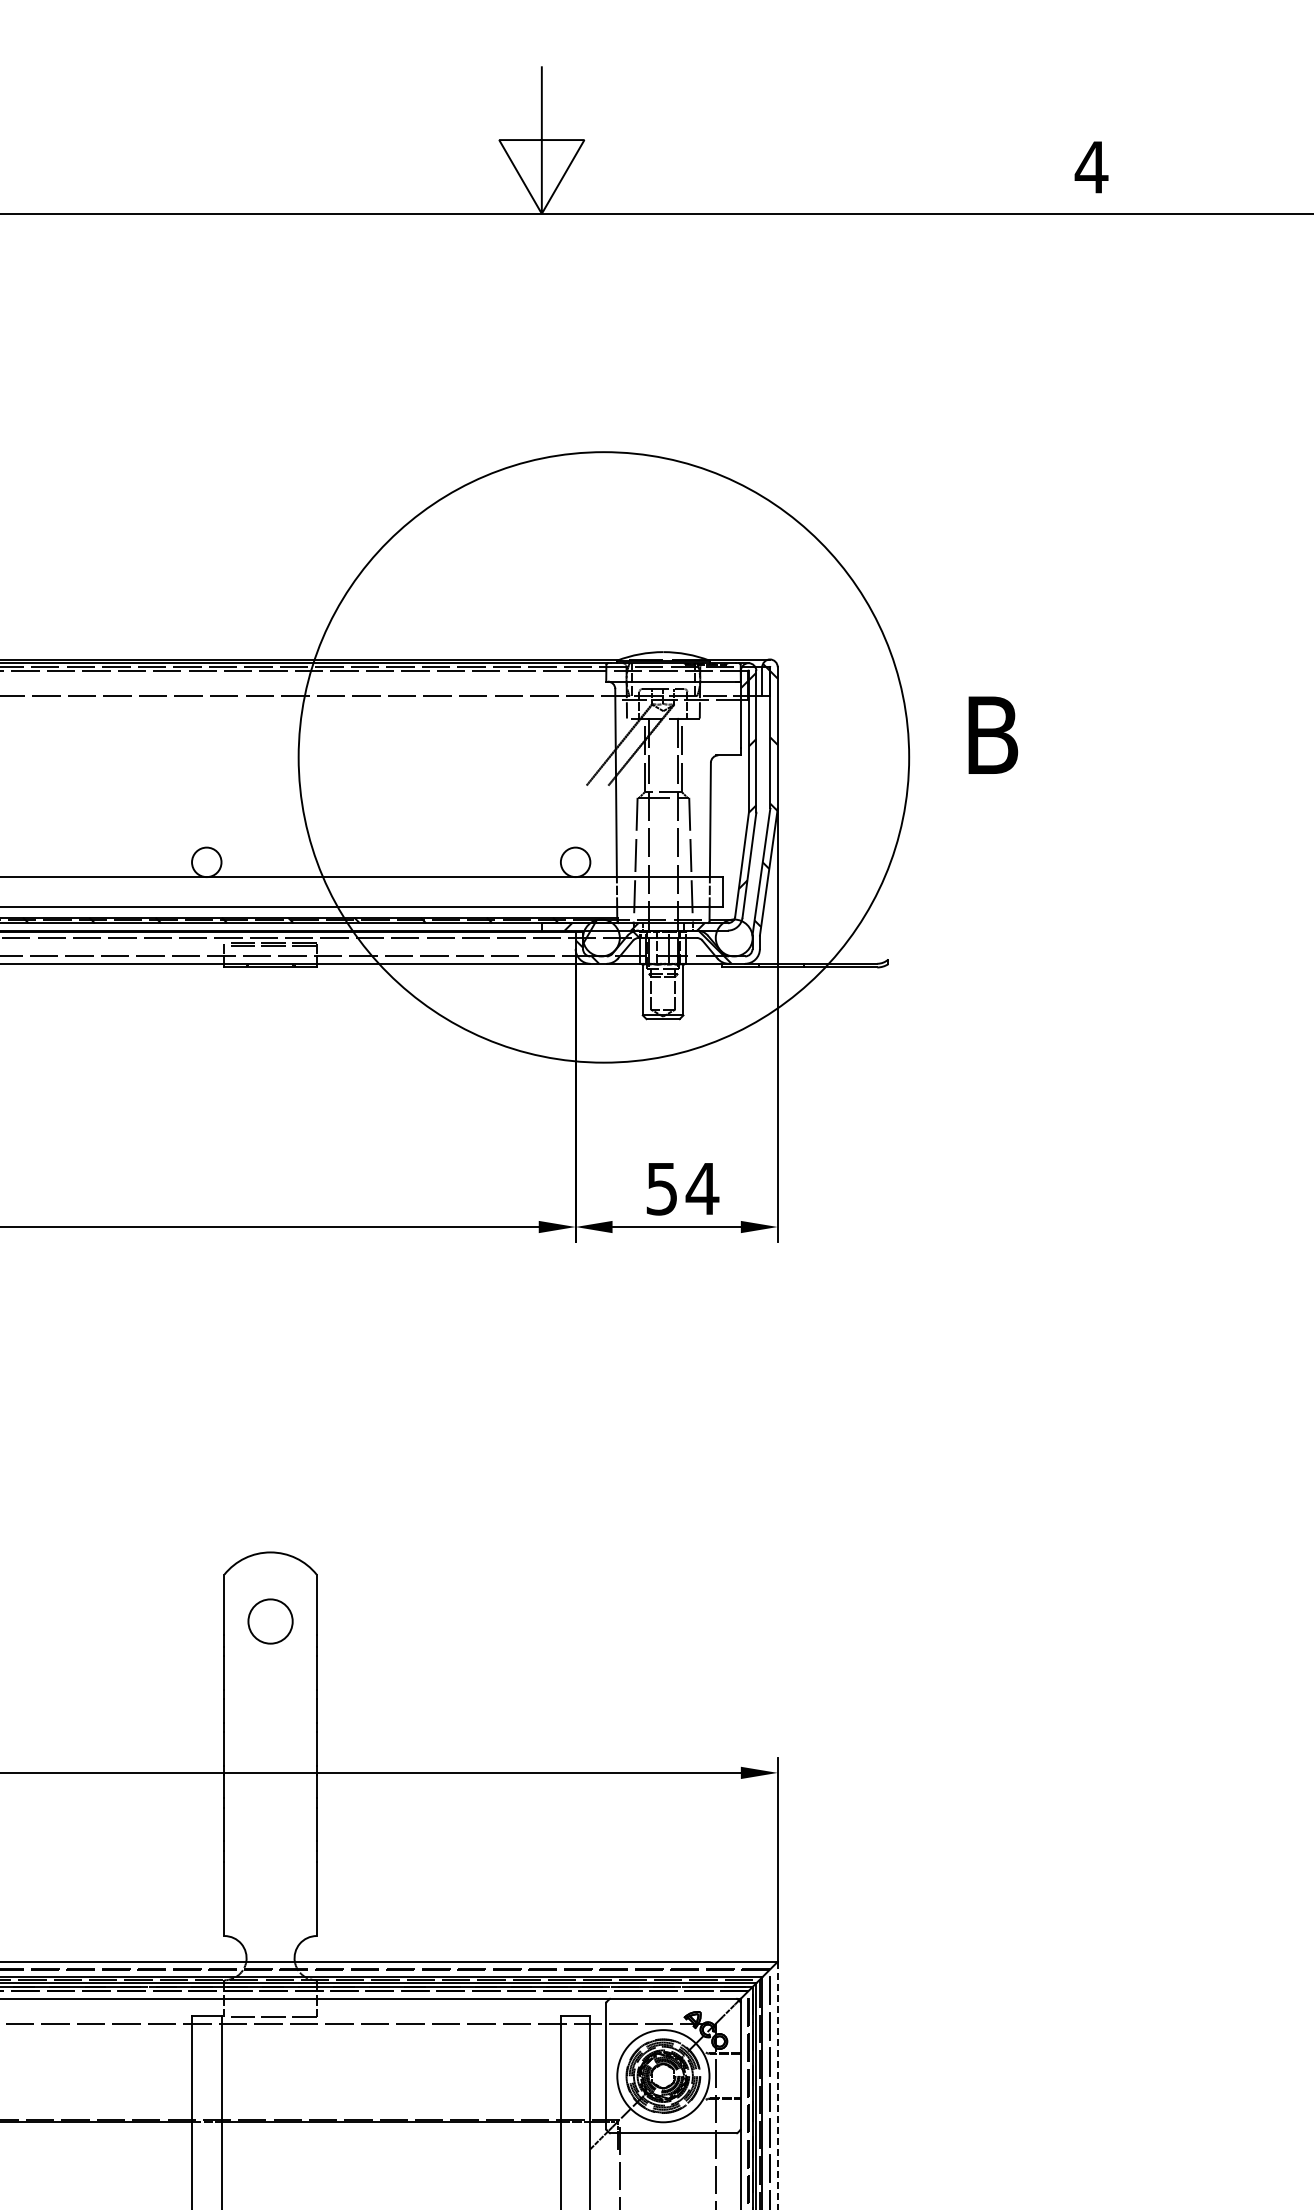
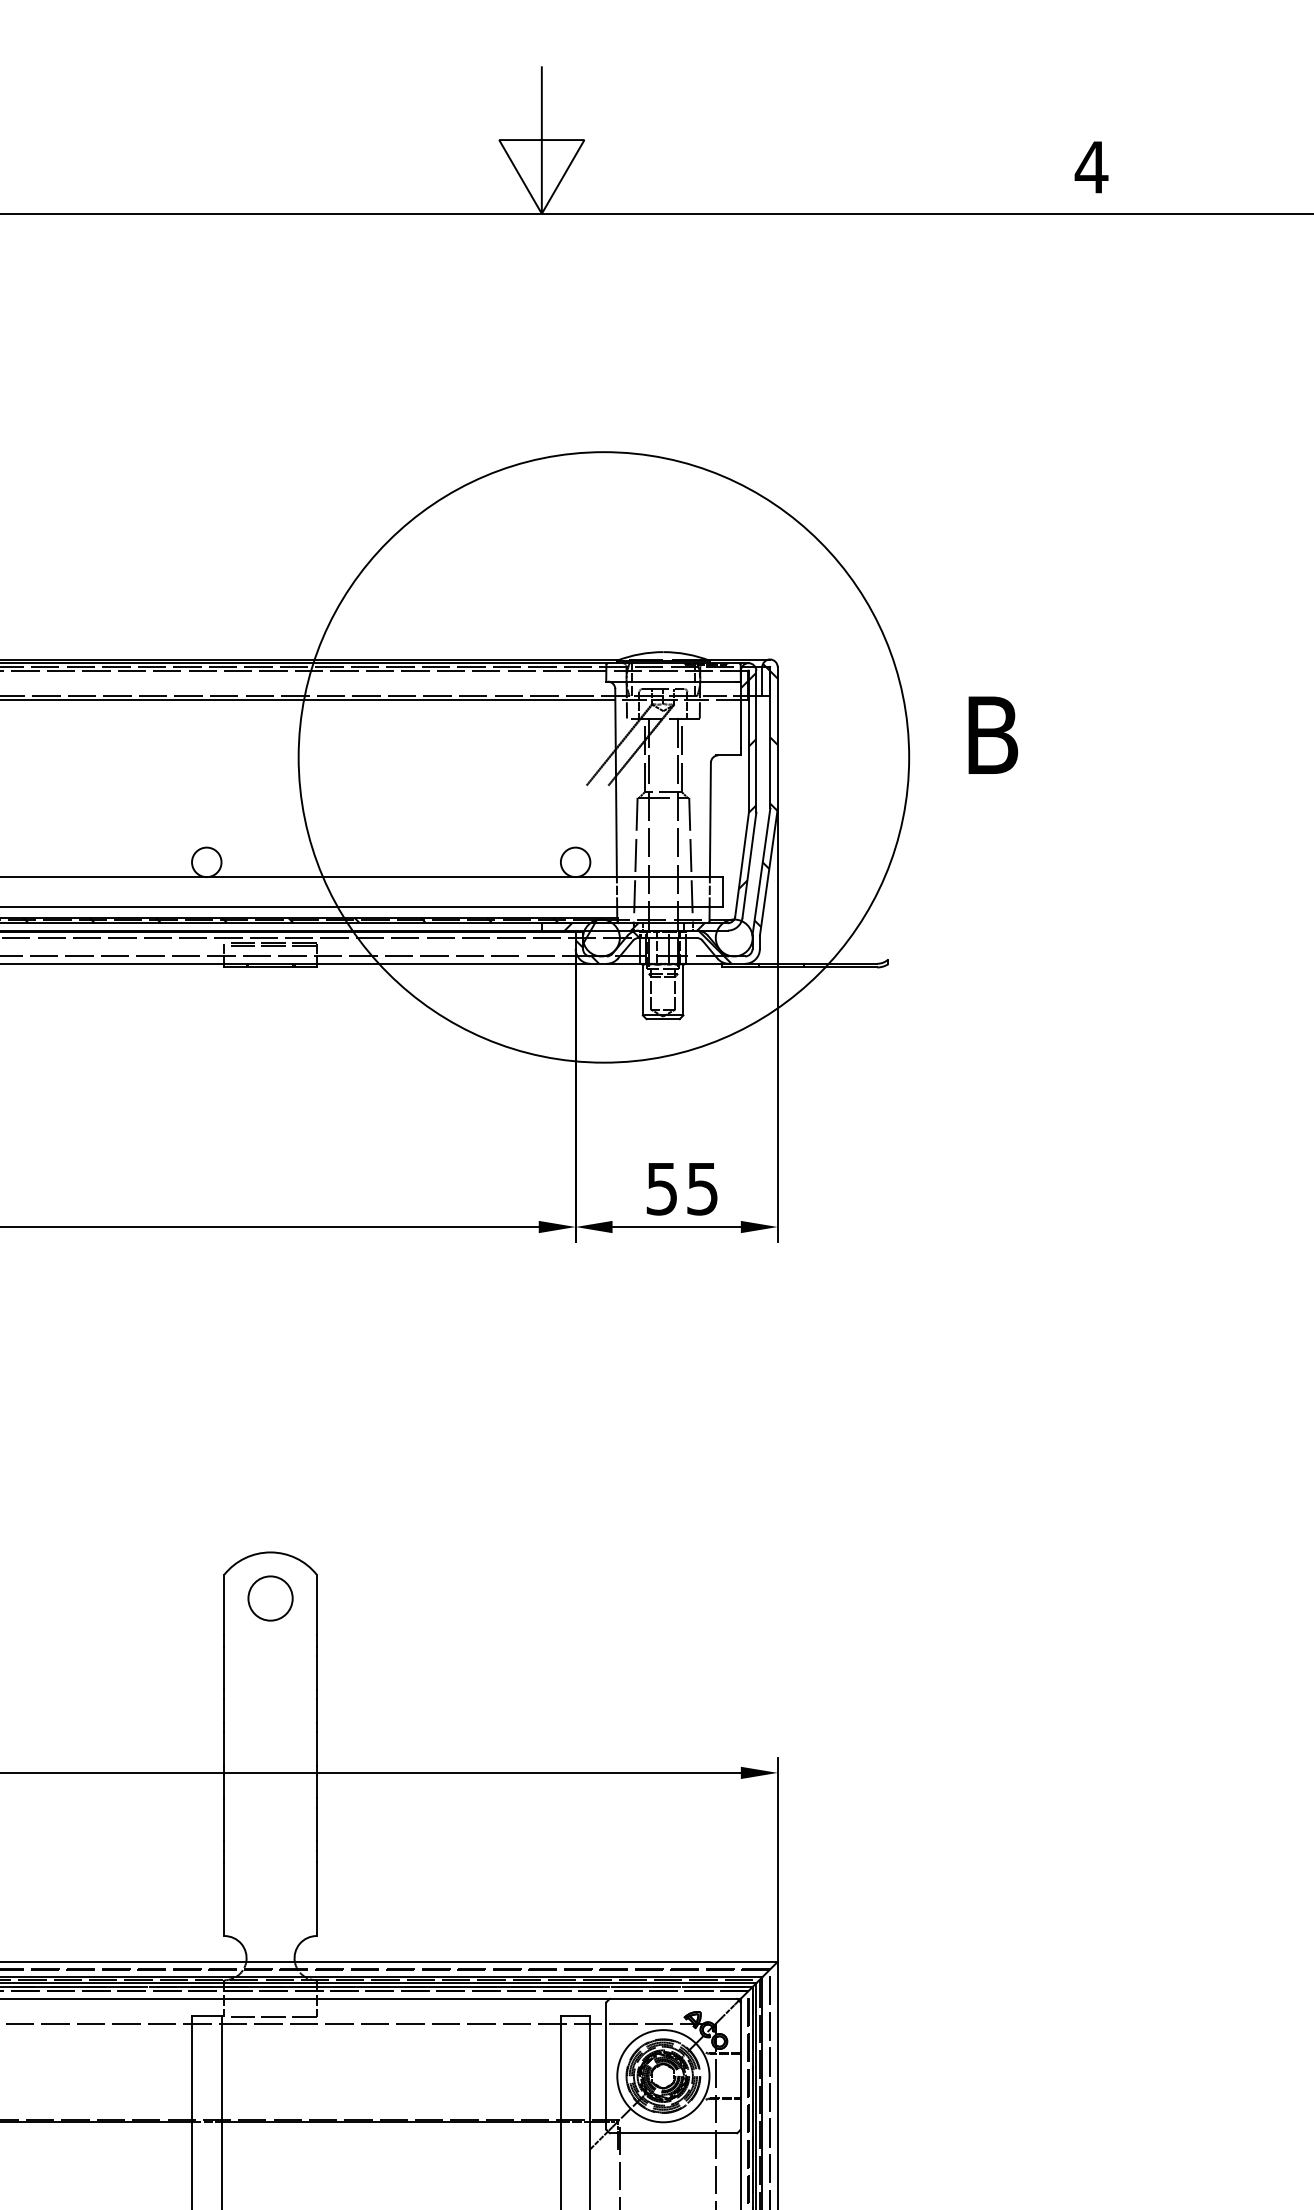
line at (308, 700): none -> present
text at (702, 1189): 54 -> 55
circle at (270, 1621) position: (270, 1621) -> (270, 1598)
line at (777, 2085): dashed -> solid
